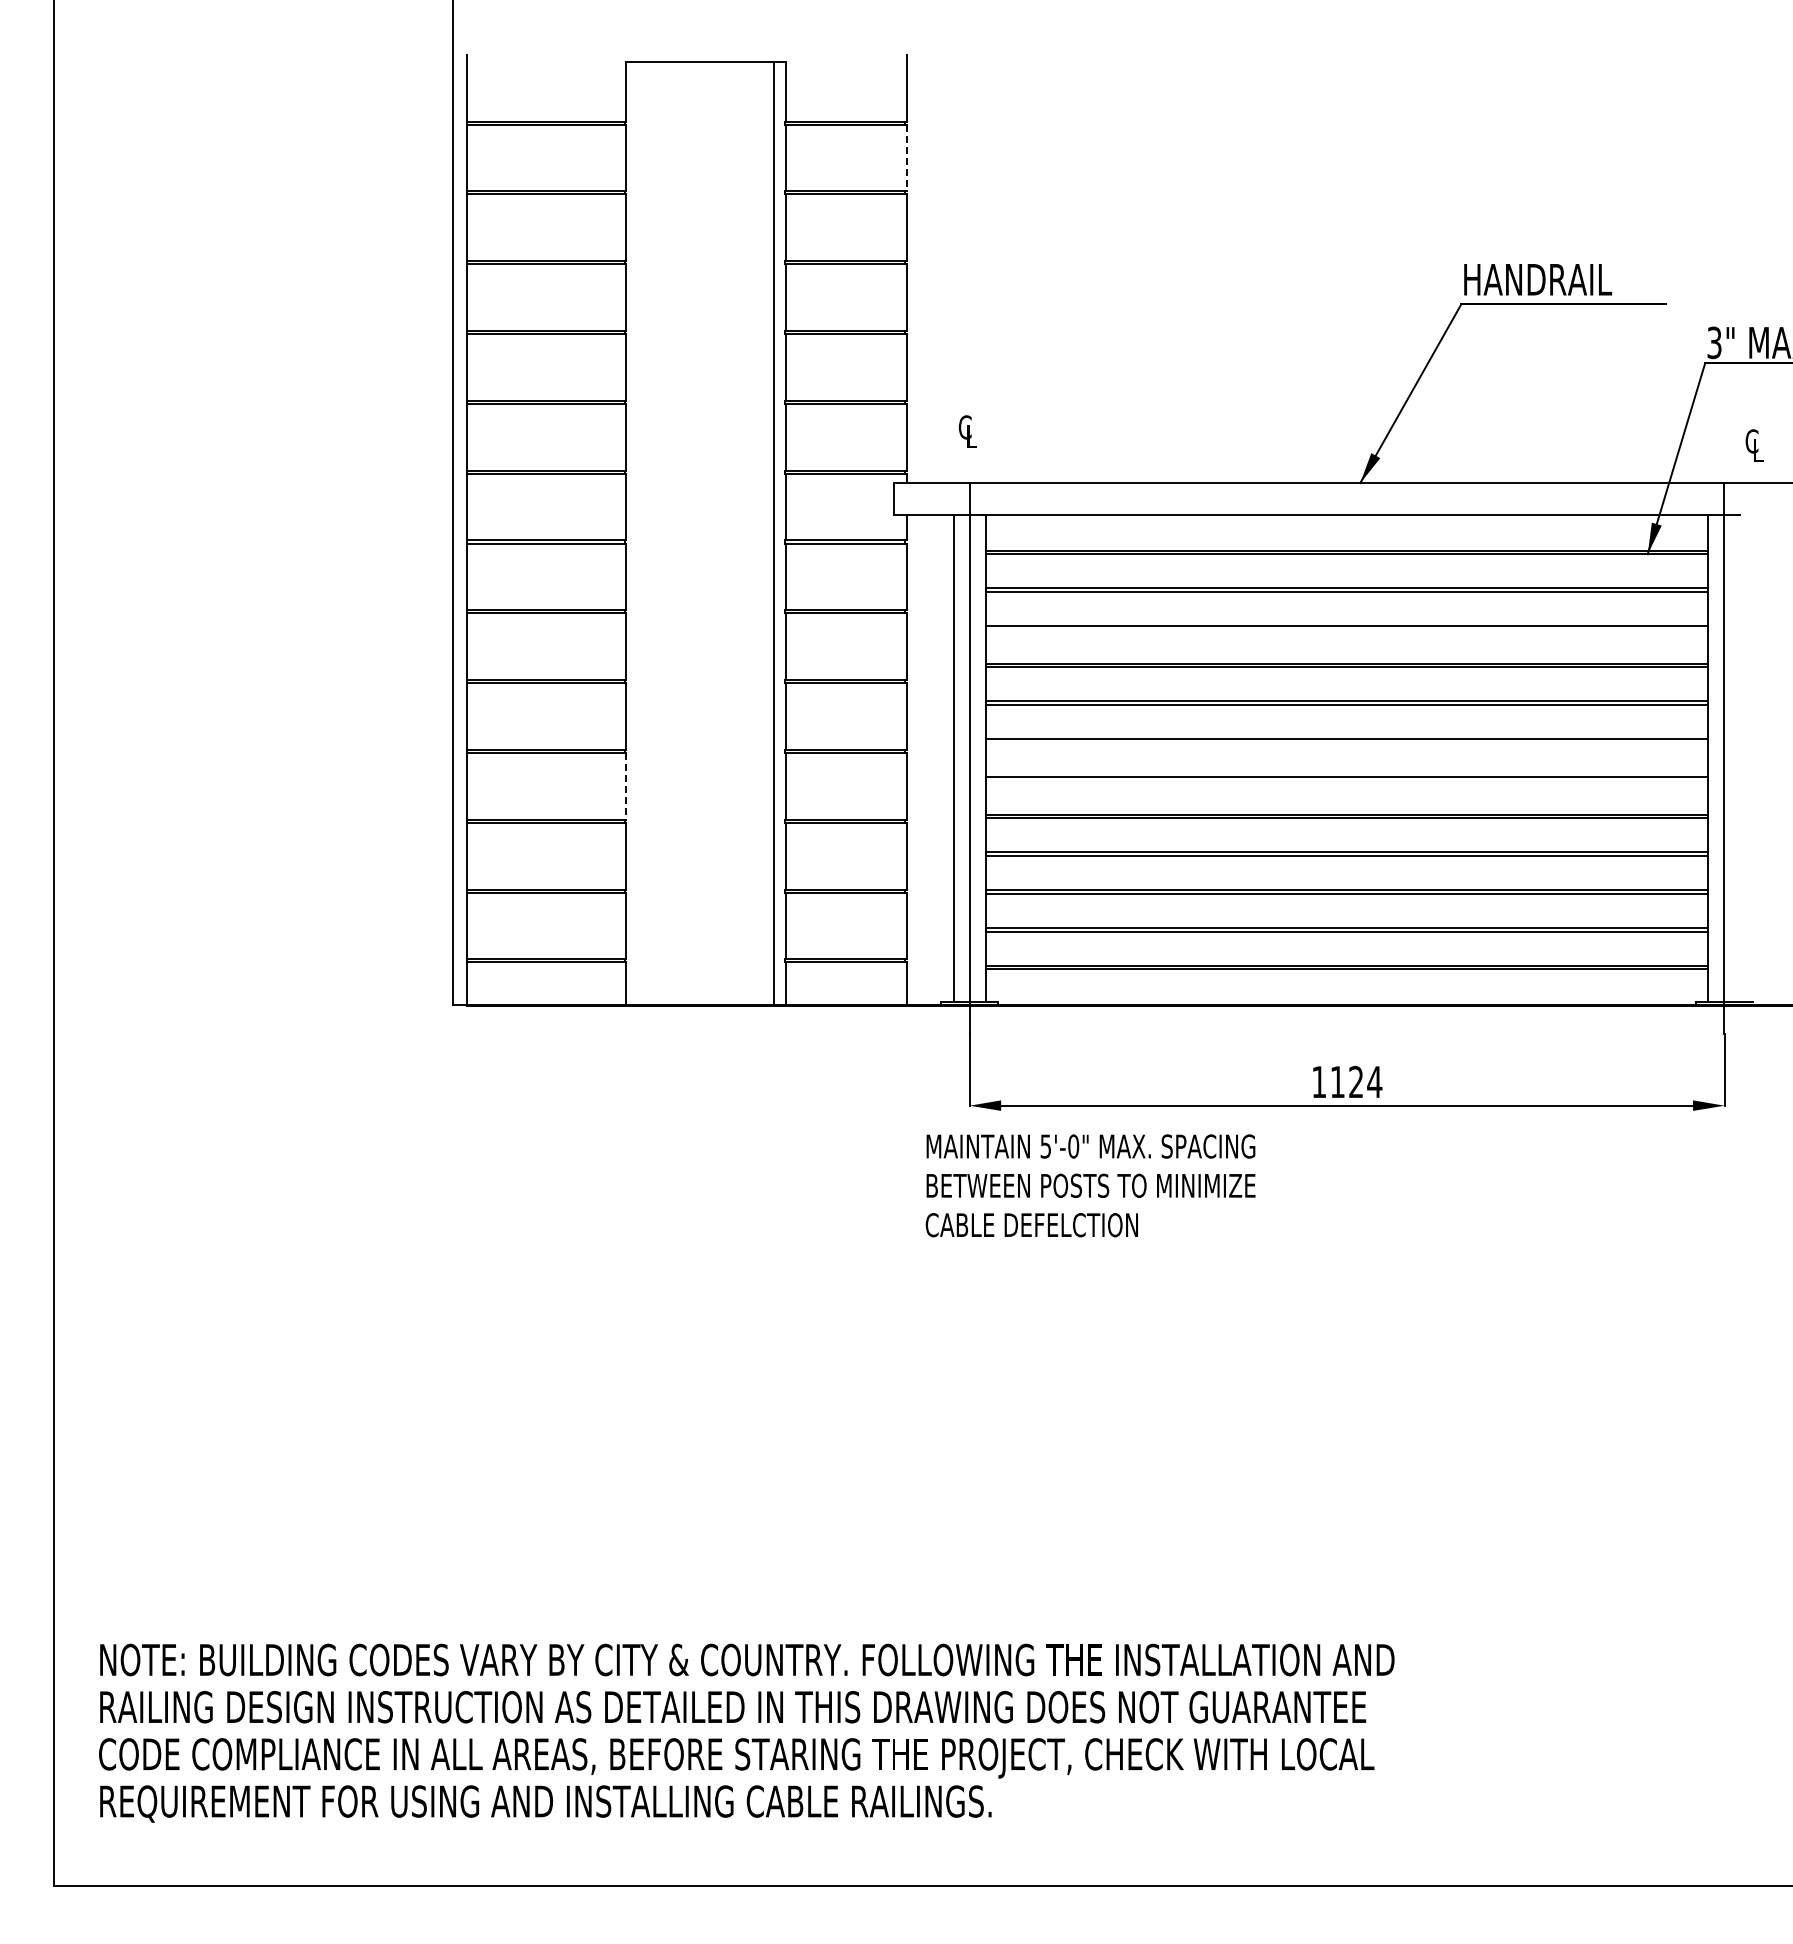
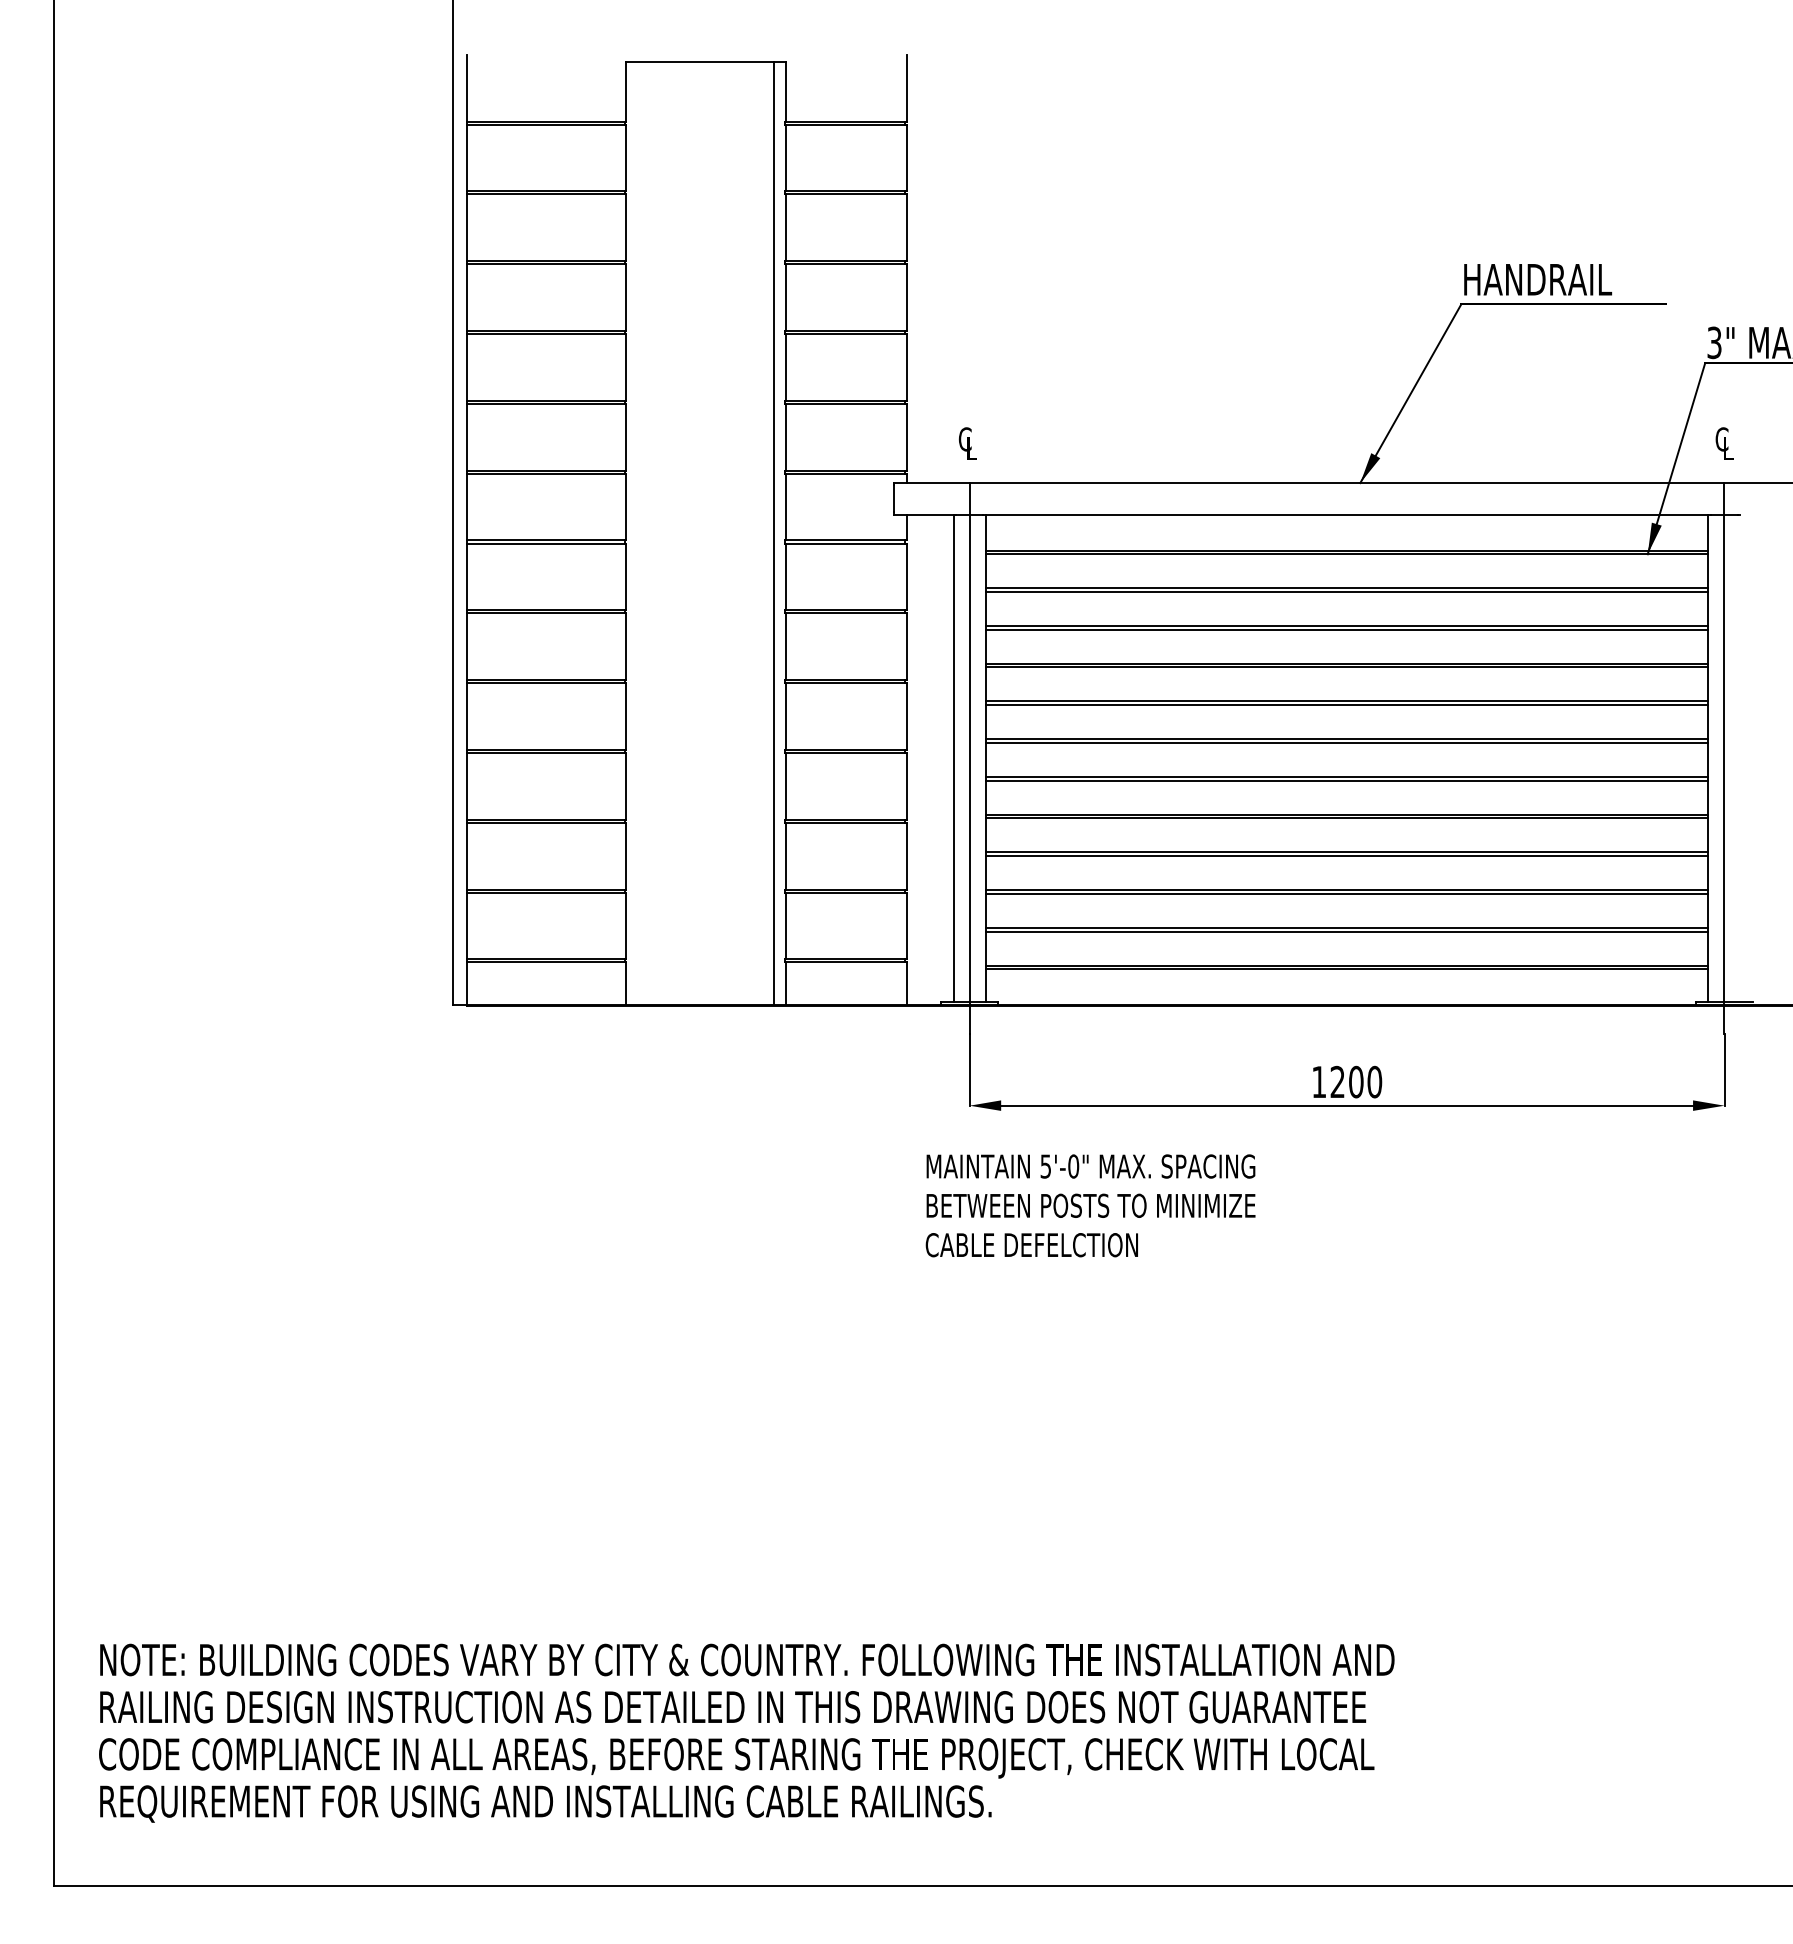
line at (906, 158): dashed -> solid
text at (967, 431) position: (967, 431) -> (967, 443)
text at (1754, 445) position: (1754, 445) -> (1724, 443)
line at (1346, 629): none -> present
line at (1346, 742): none -> present
line at (1346, 780): none -> present
line at (626, 786): dashed -> solid
text at (1356, 1081): 1124 -> 1200
text at (1090, 1185) position: (1090, 1185) -> (1090, 1205)
